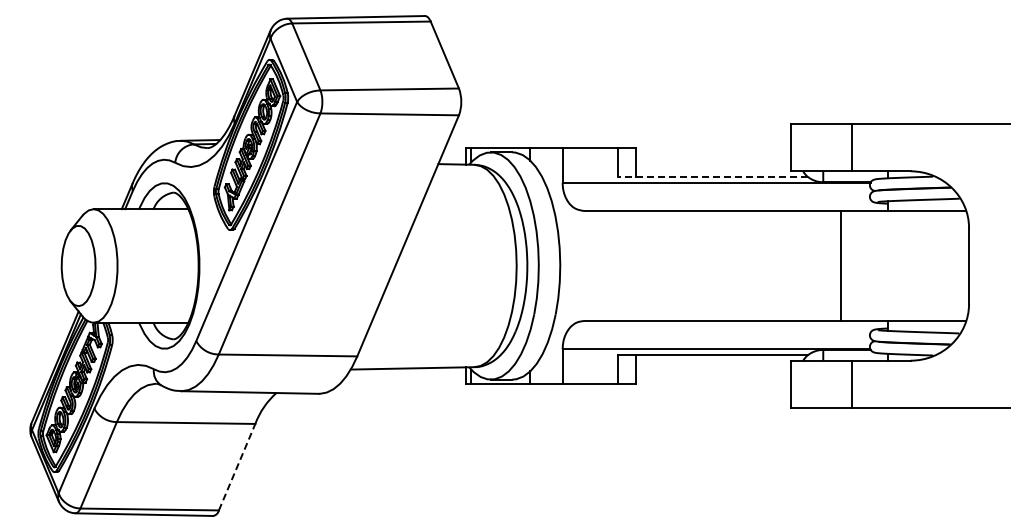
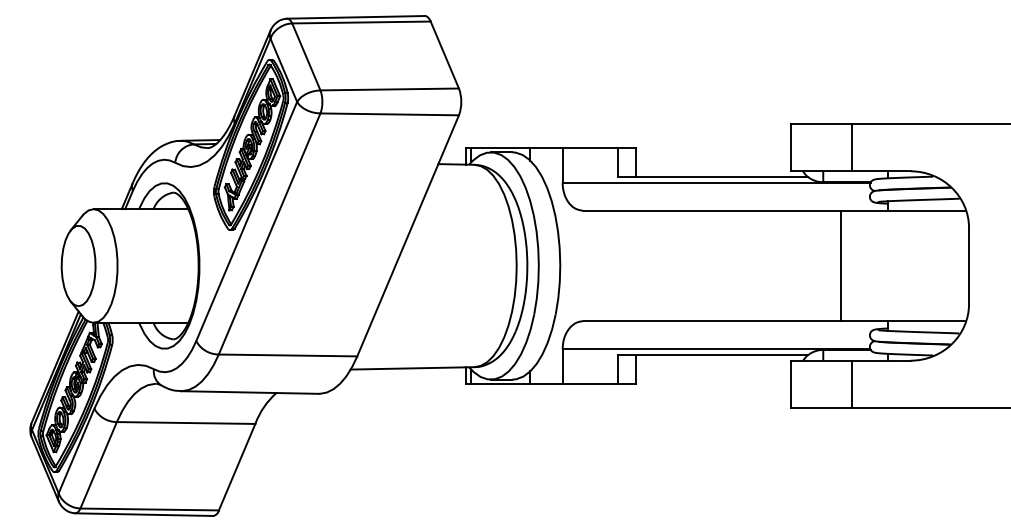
line at (713, 176): dashed -> solid
line at (237, 467): dashed -> solid
